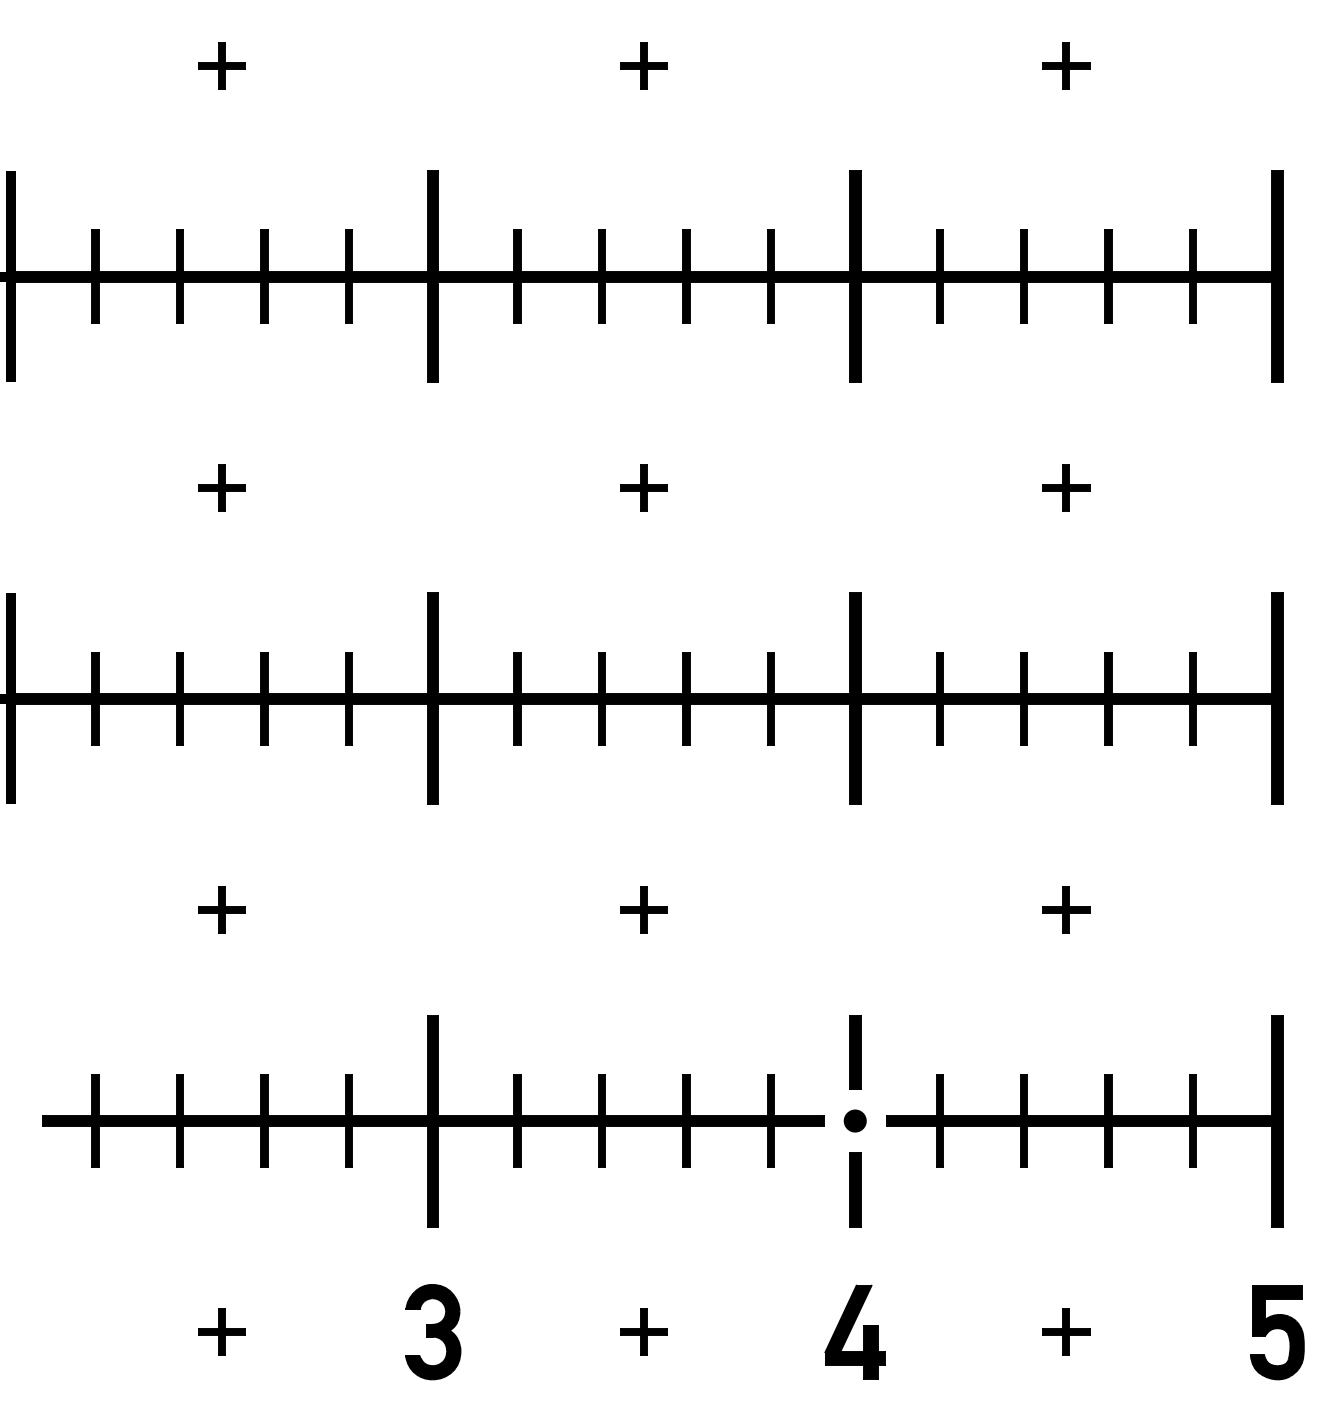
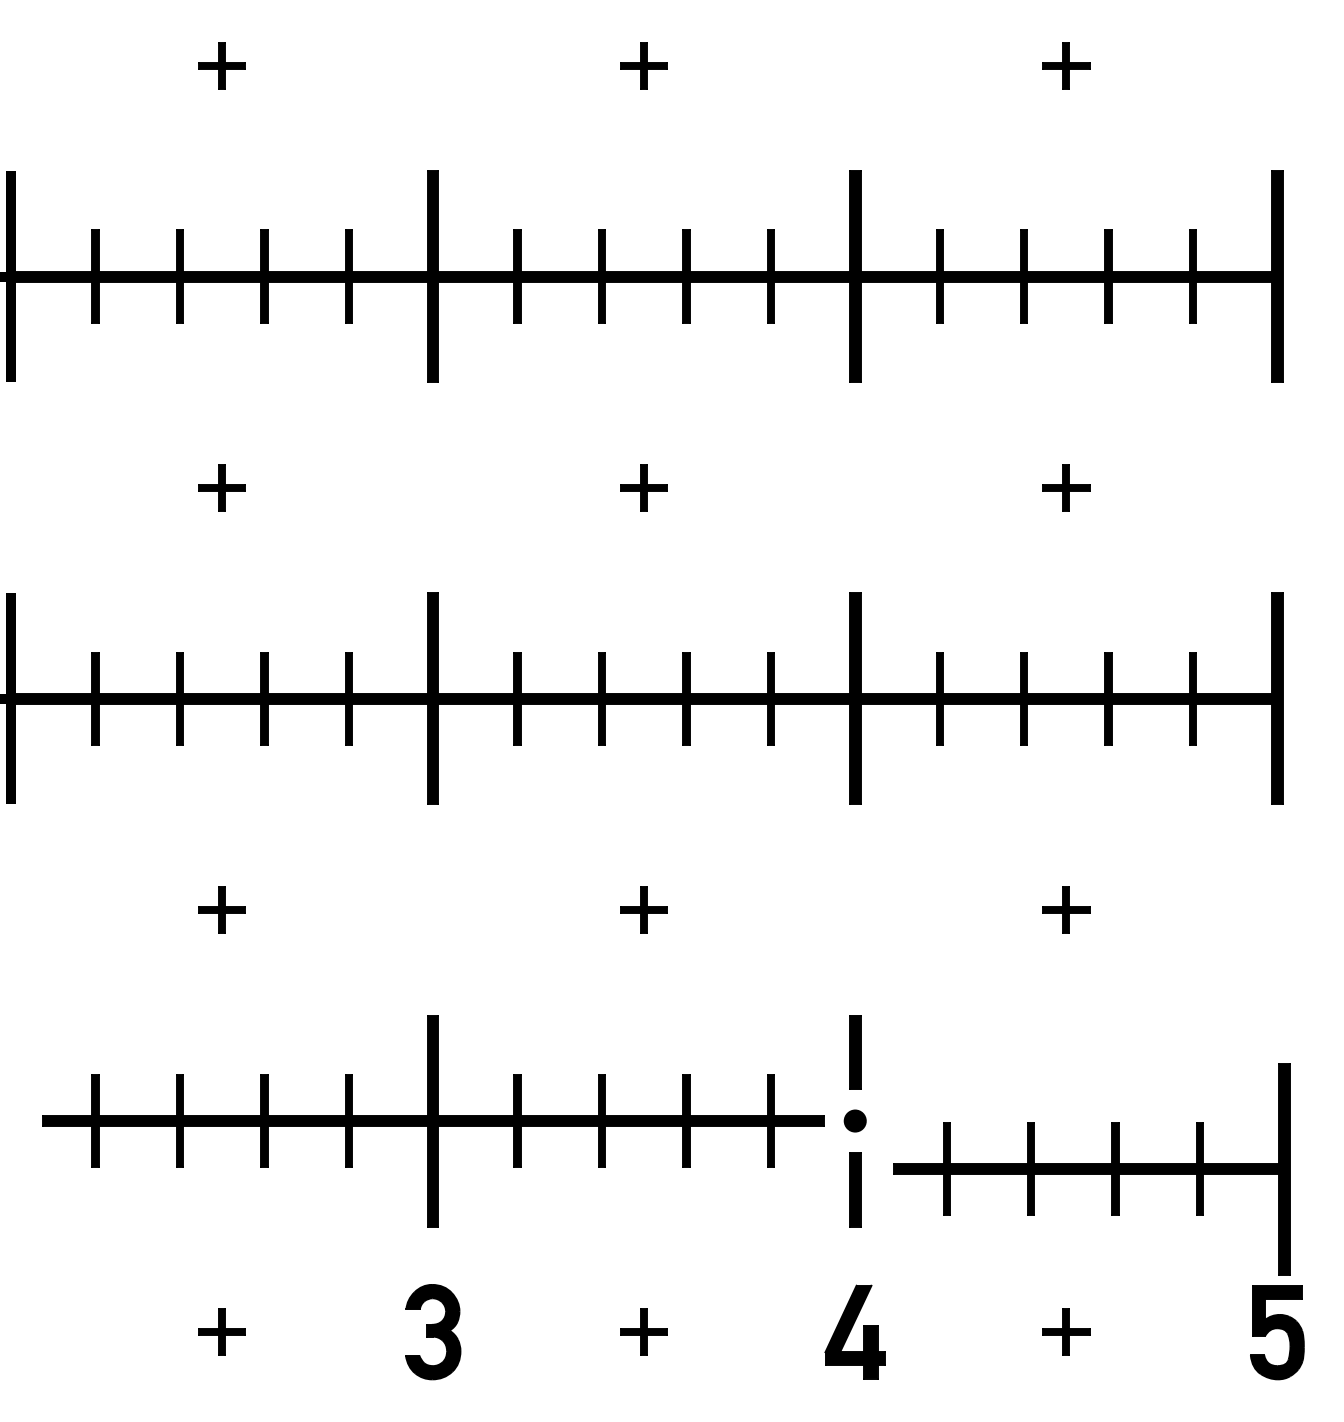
part at (1084, 1121) position: (1084, 1121) -> (1091, 1169)
